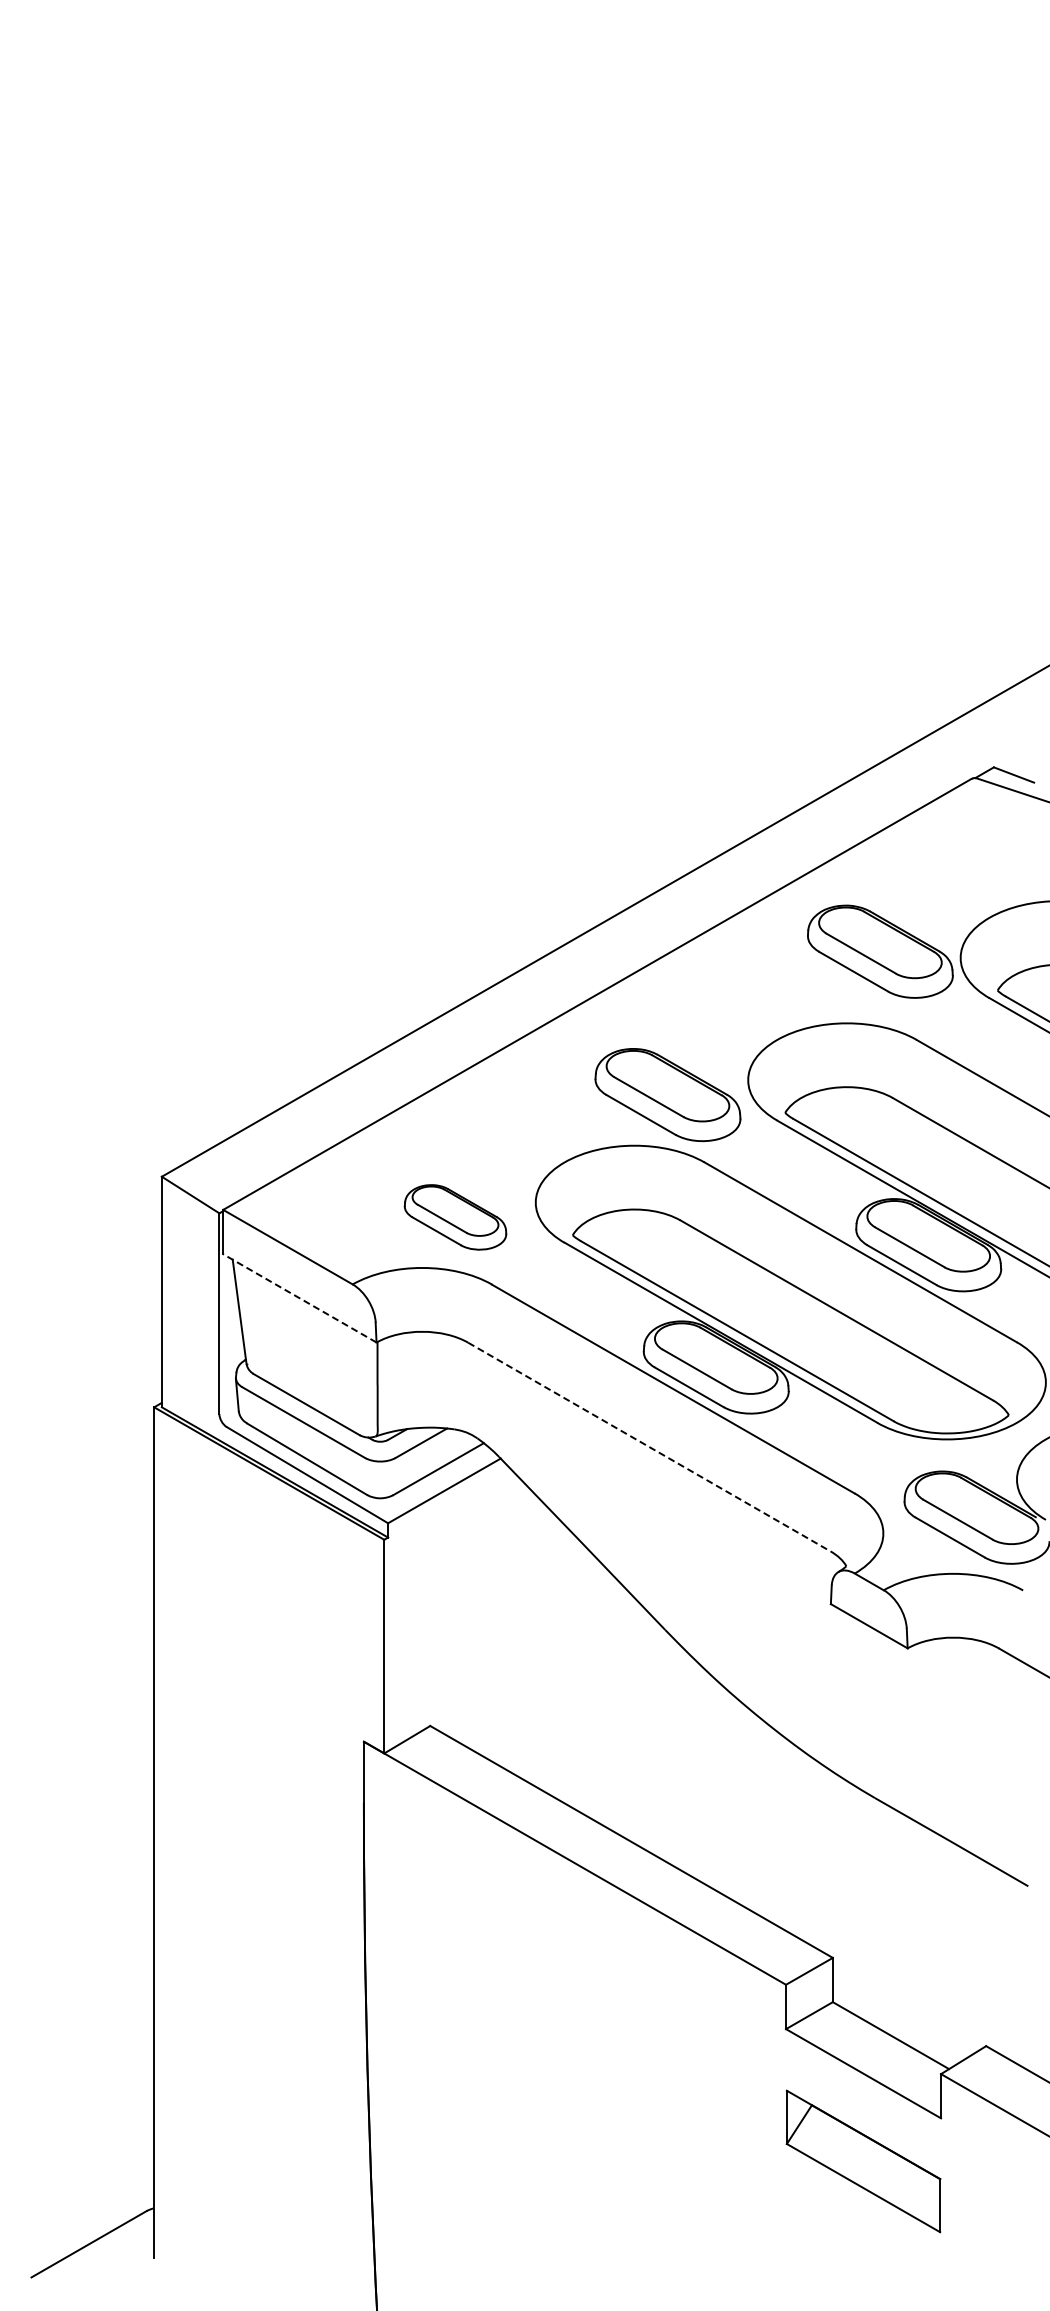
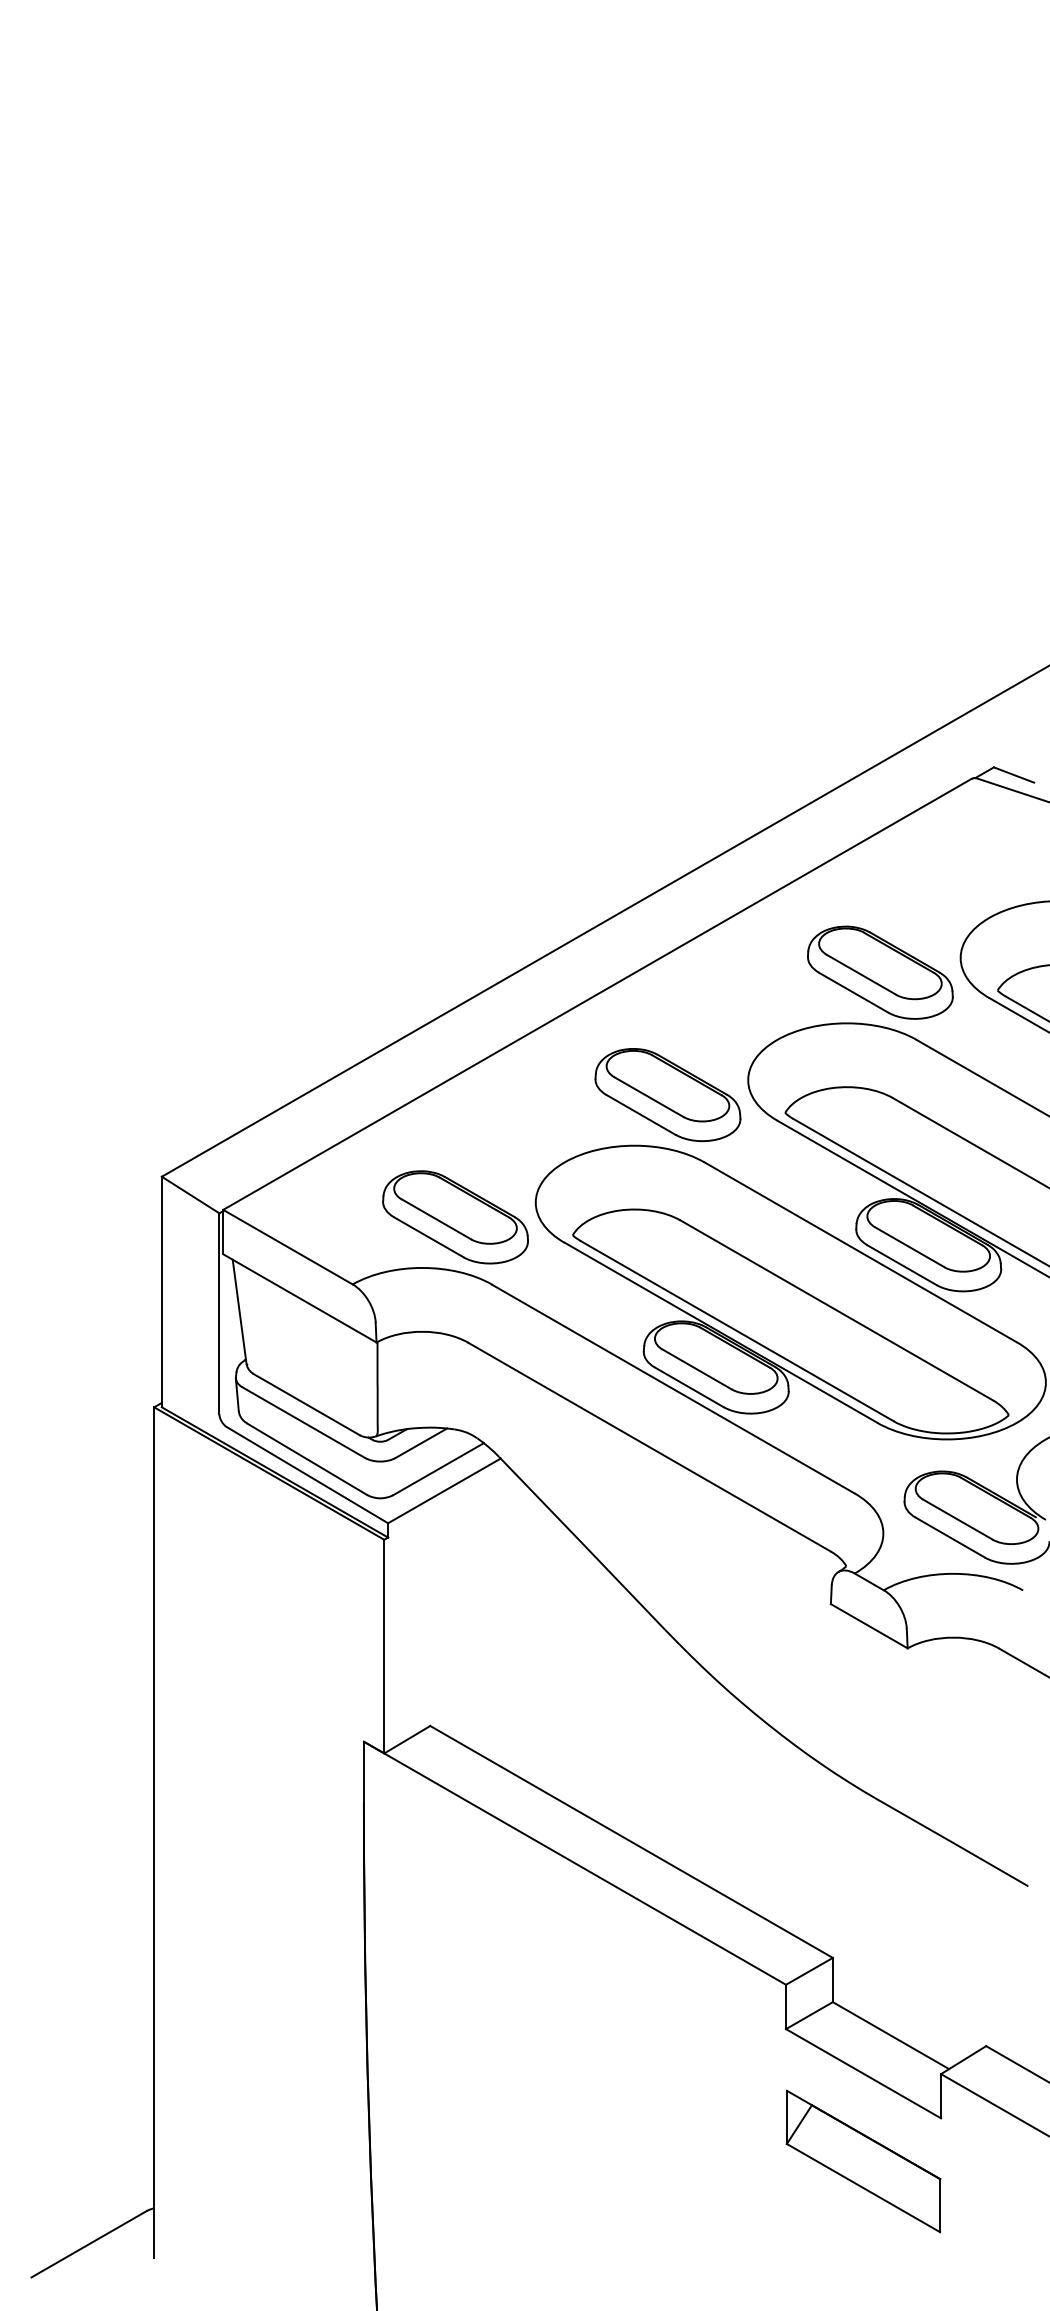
part at (880, 951) position: (880, 951) -> (880, 972)
part at (455, 1217) size: 105x67 px -> 147x95 px
line at (299, 1298): dashed -> solid
line at (649, 1447): dashed -> solid
